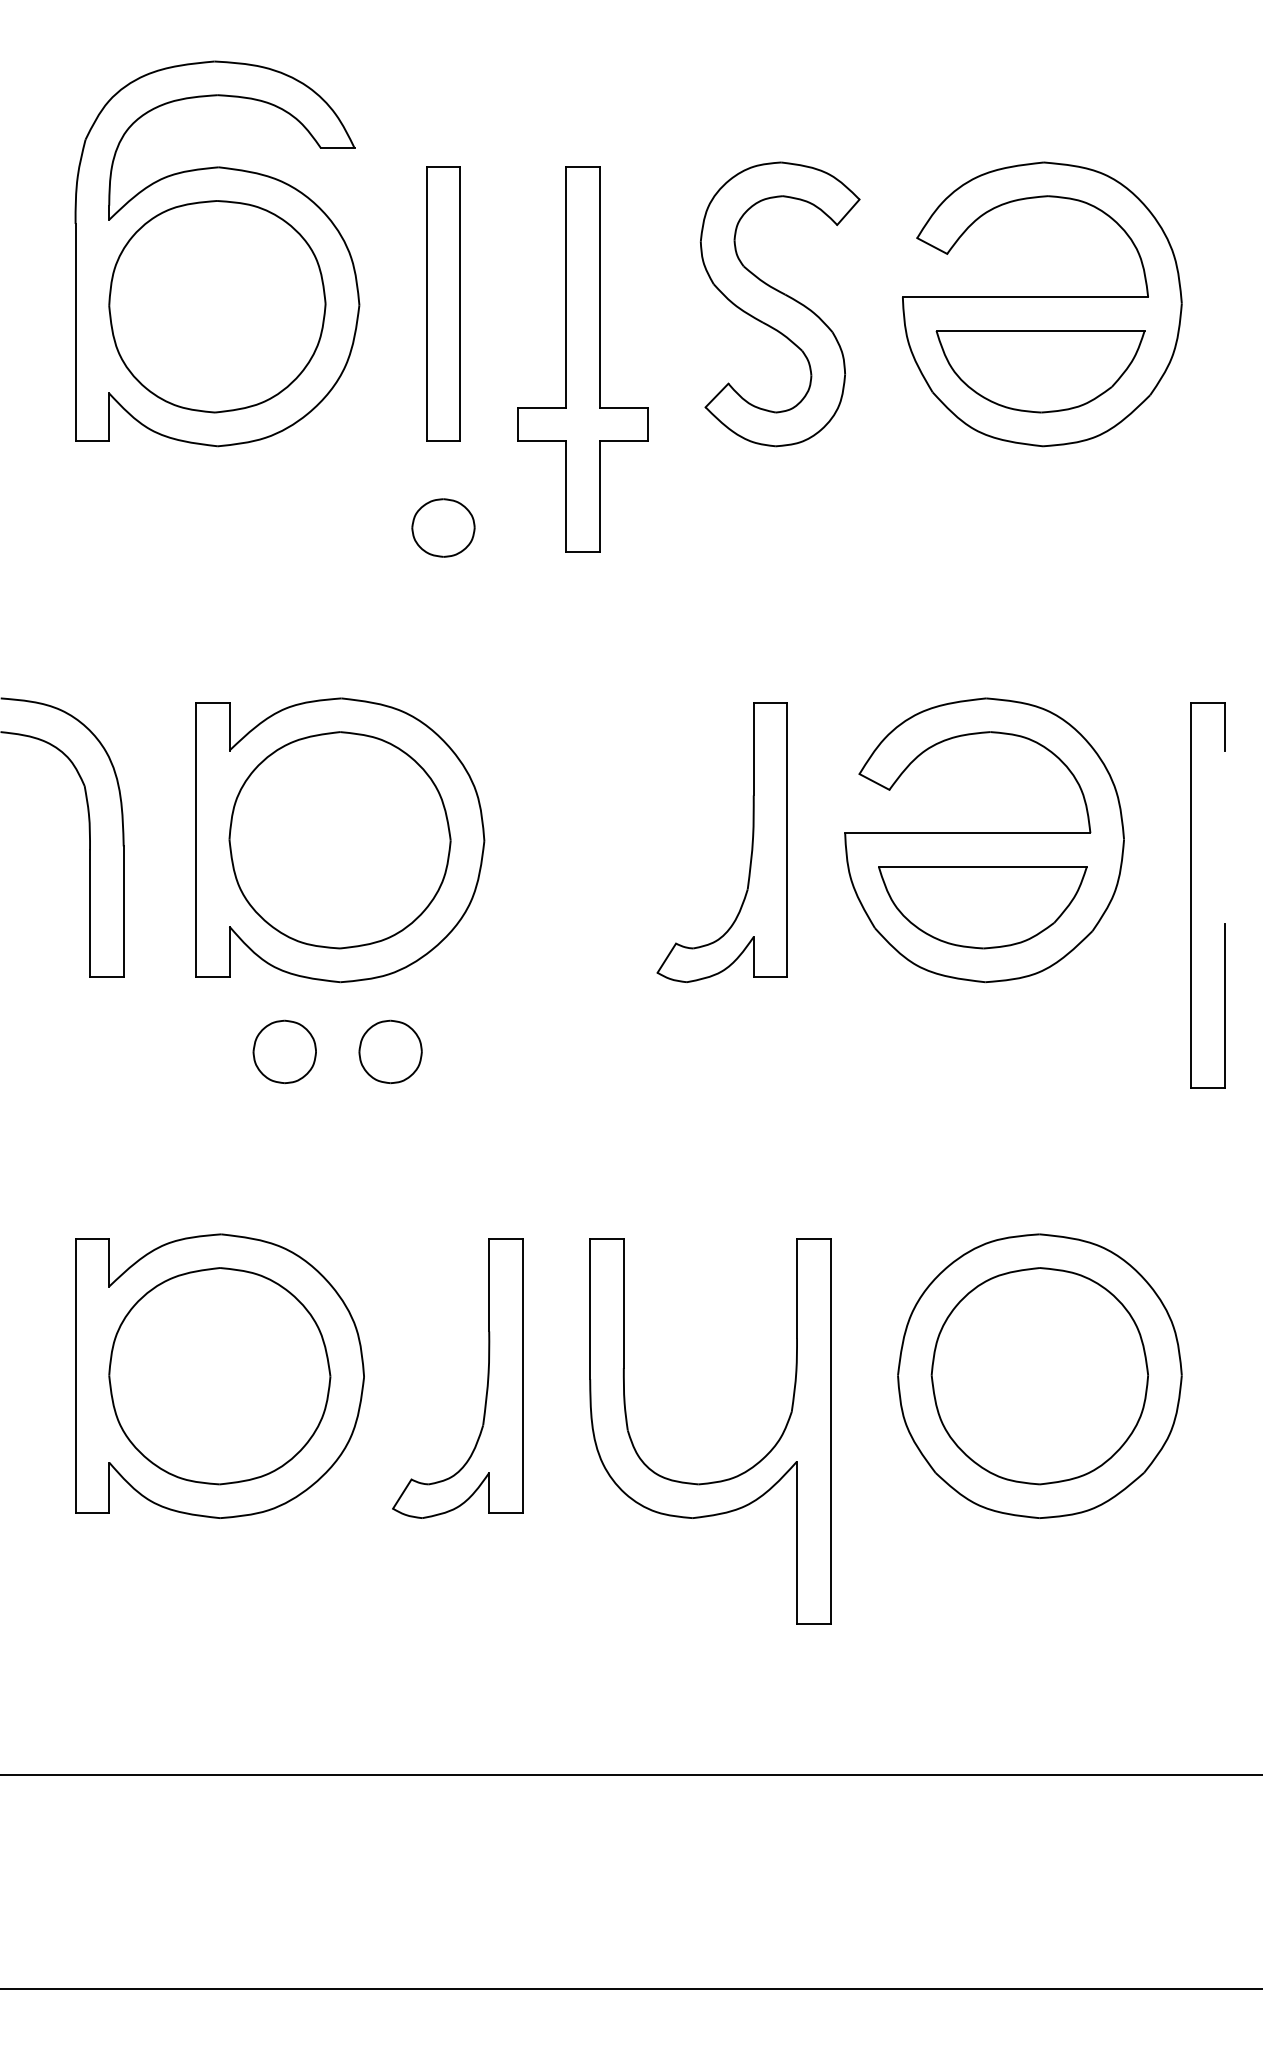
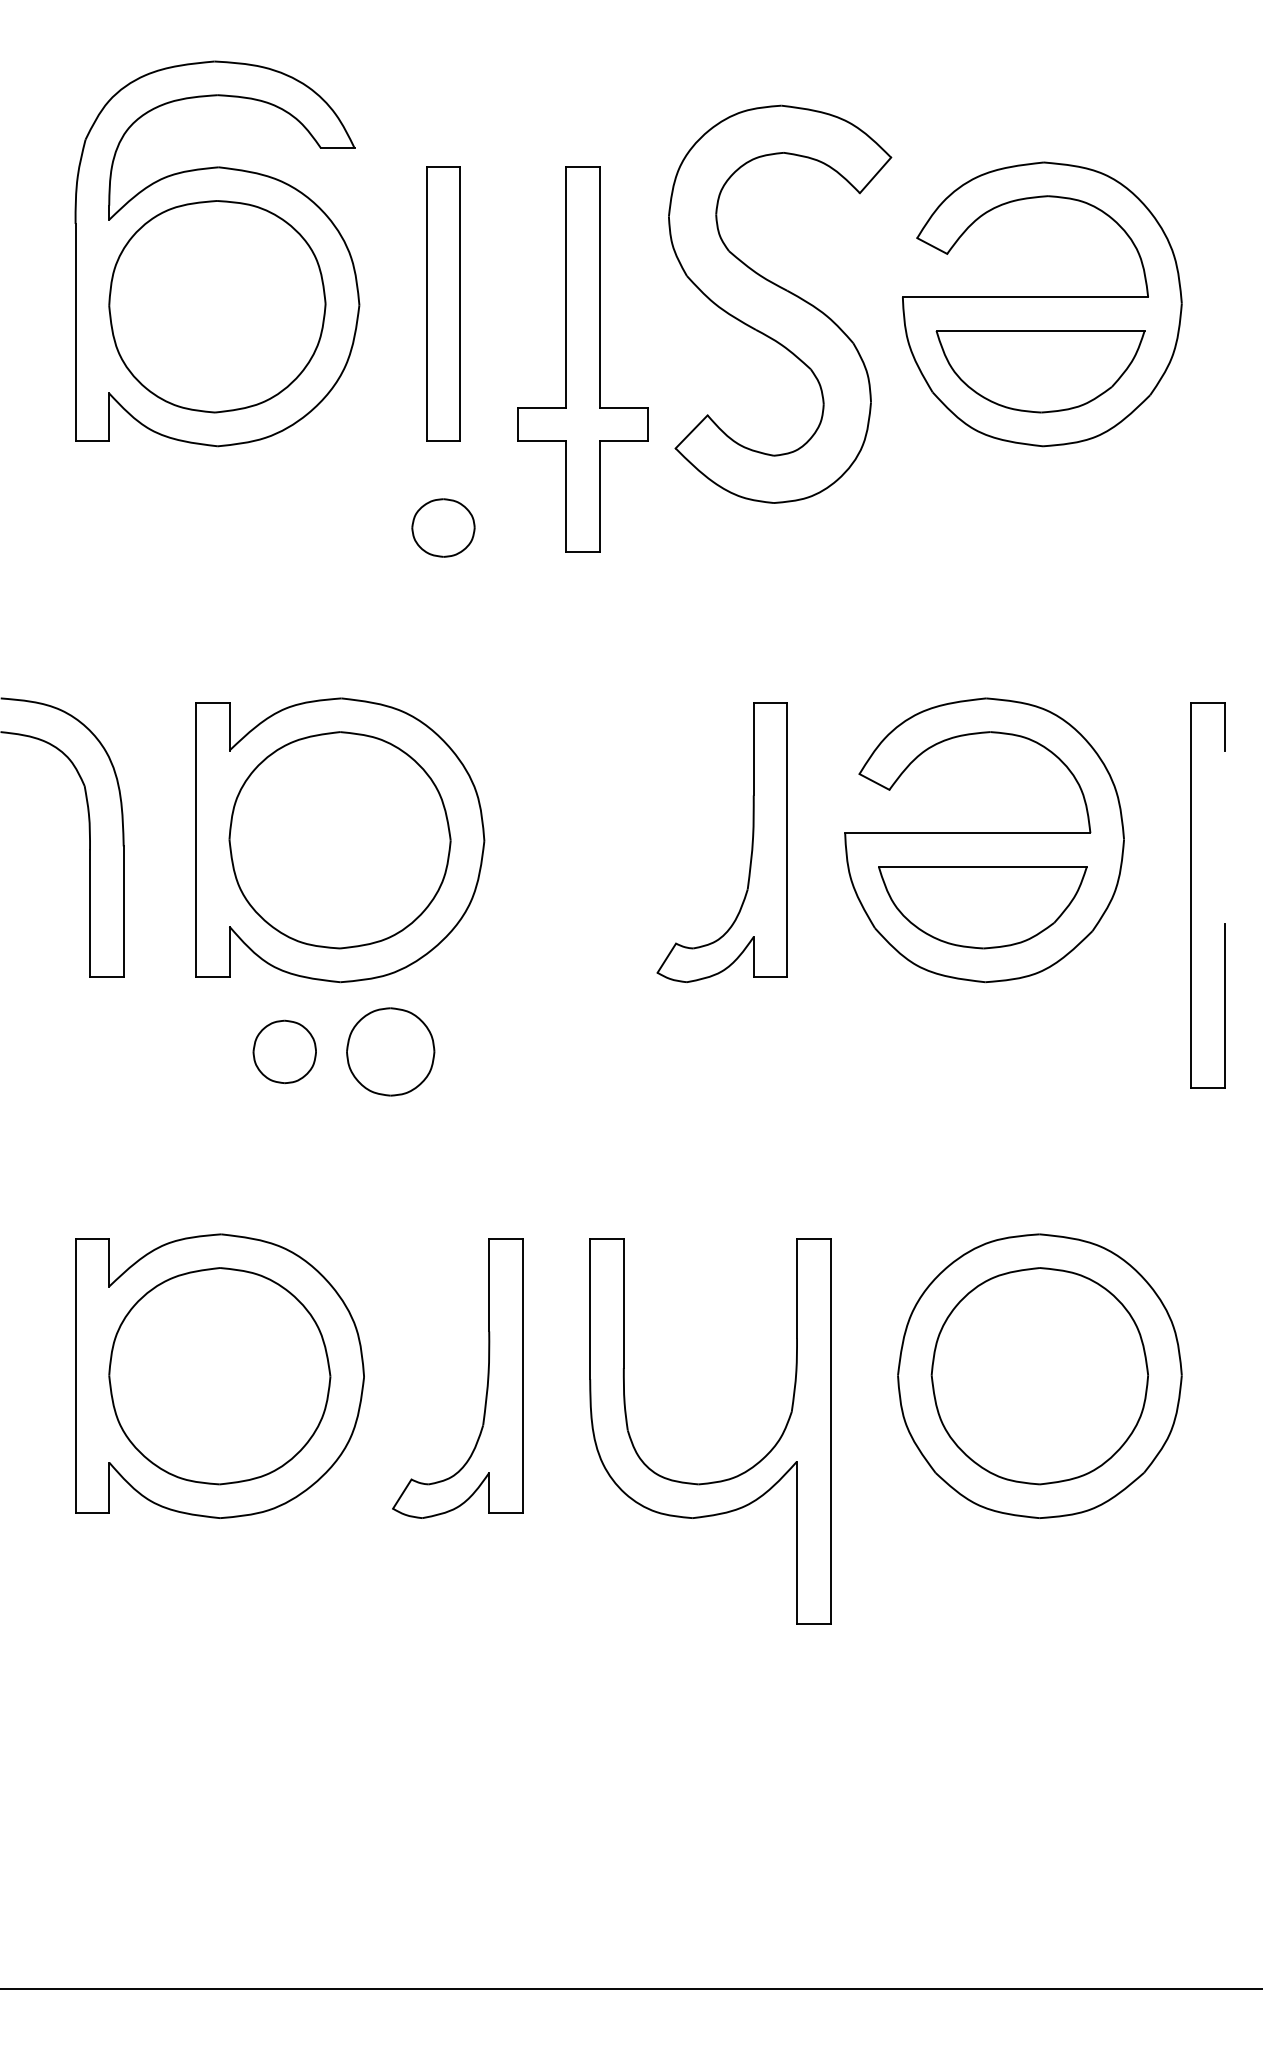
part at (780, 304) size: 161x287 px -> 225x400 px
part at (390, 1051) size: 65x66 px -> 90x90 px
line at (630, 1775): present -> none
